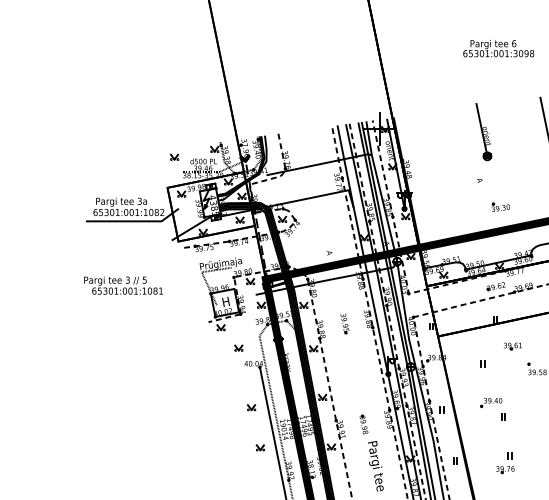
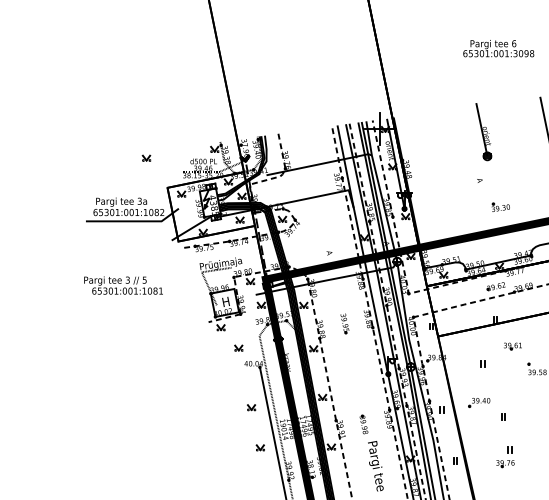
part at (174, 156) position: (174, 156) -> (146, 157)
part at (491, 402) position: (491, 402) -> (479, 402)
part at (505, 463) position: (505, 463) -> (505, 457)
